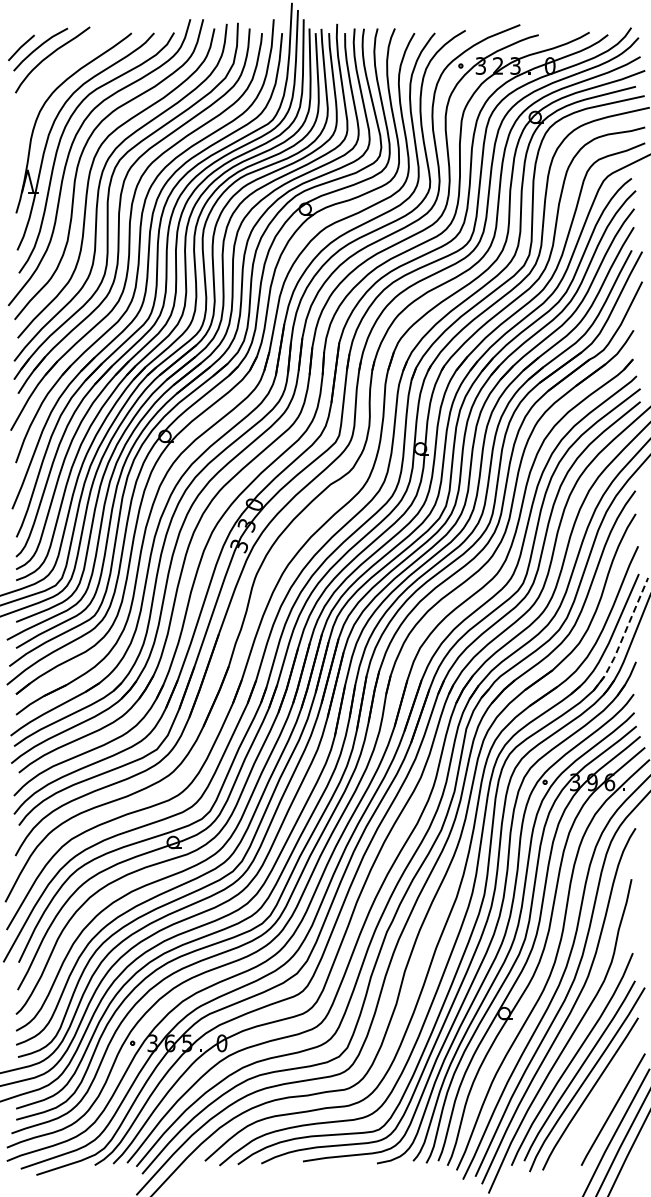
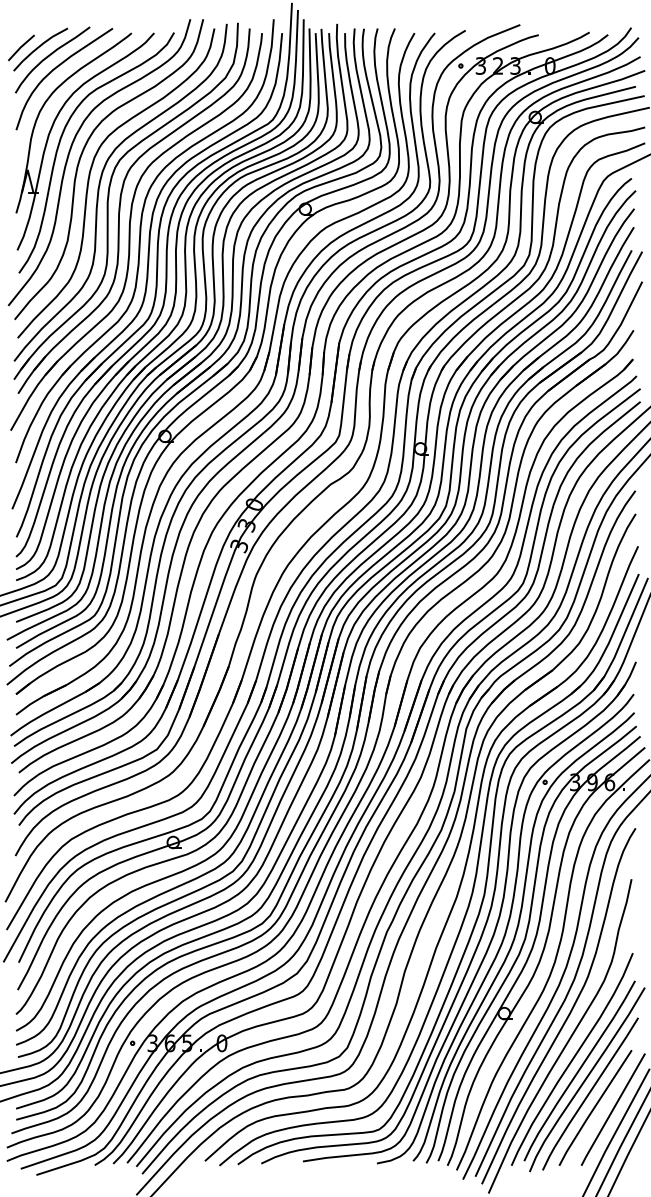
curve at (58, 67): none -> present
line at (623, 636): dashed -> solid
line at (595, 1107): none -> present
